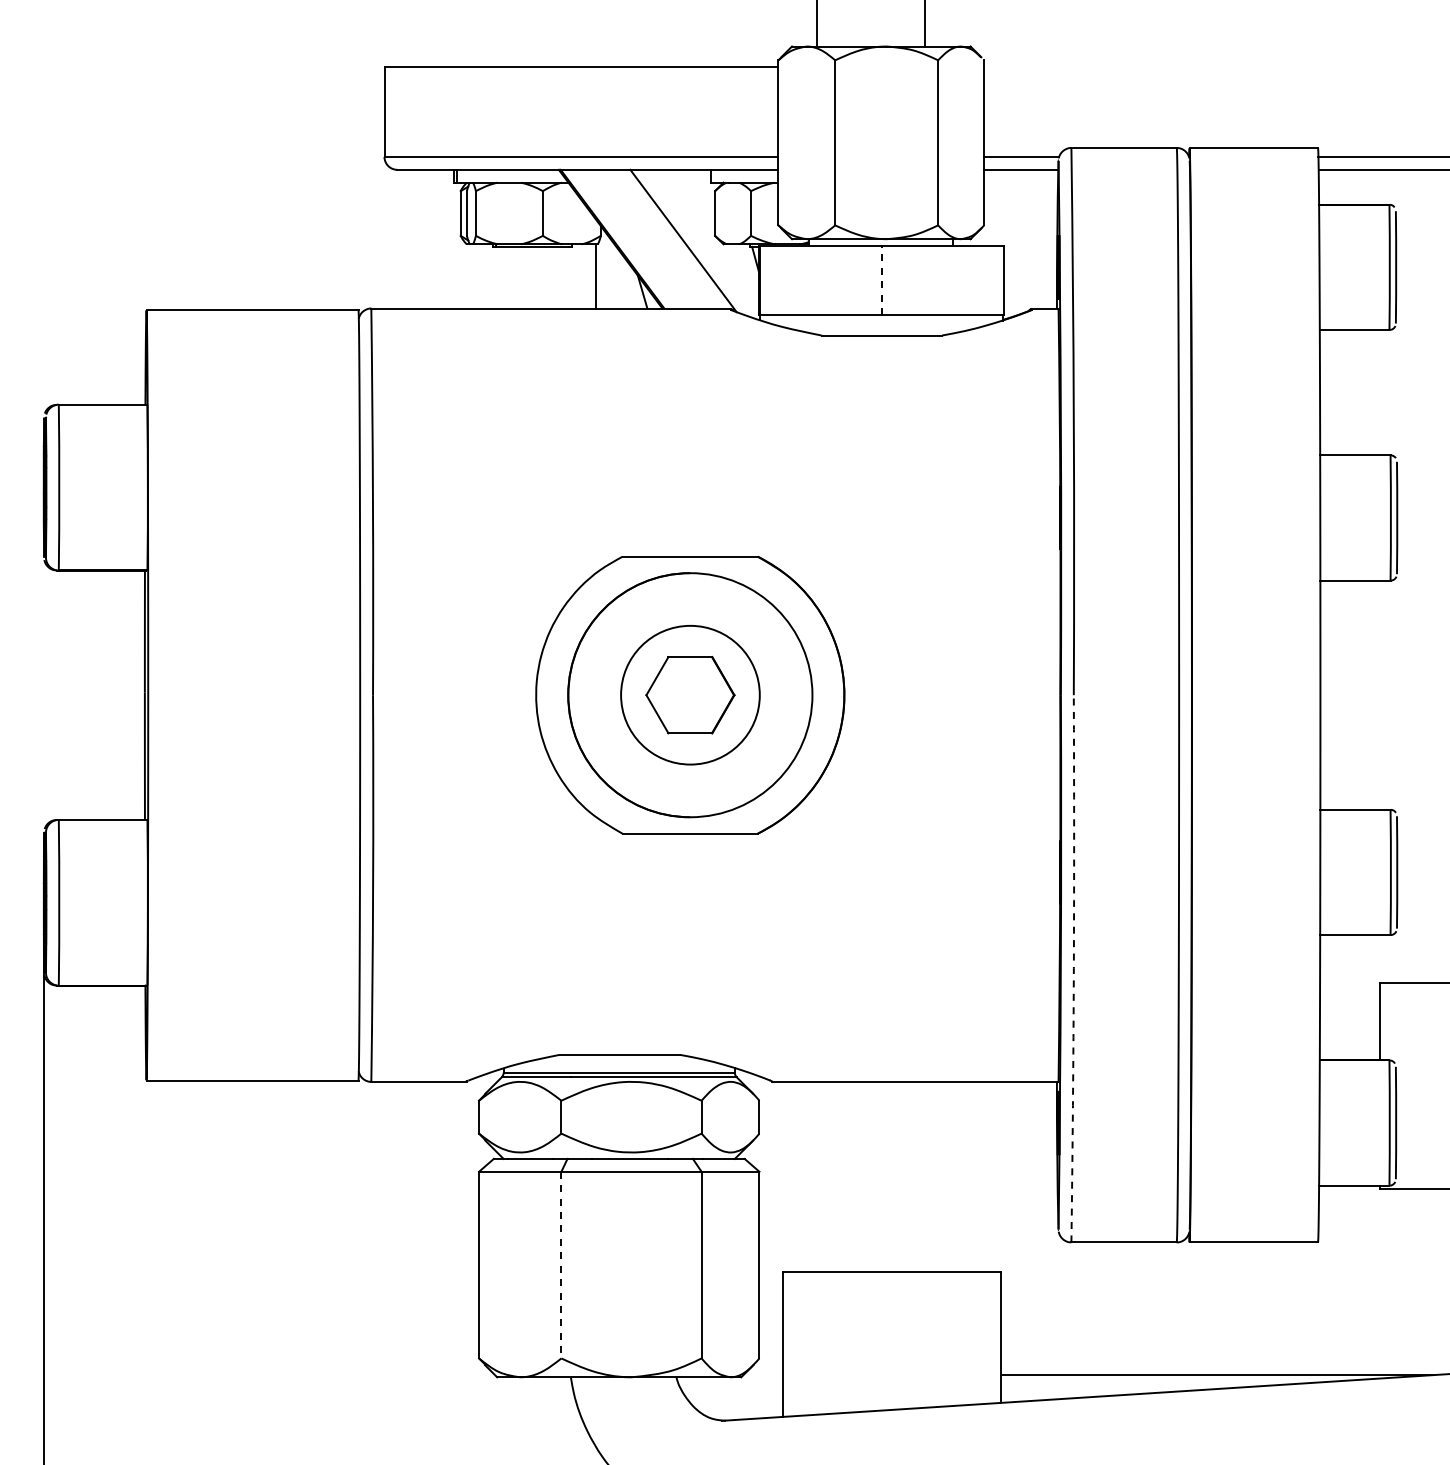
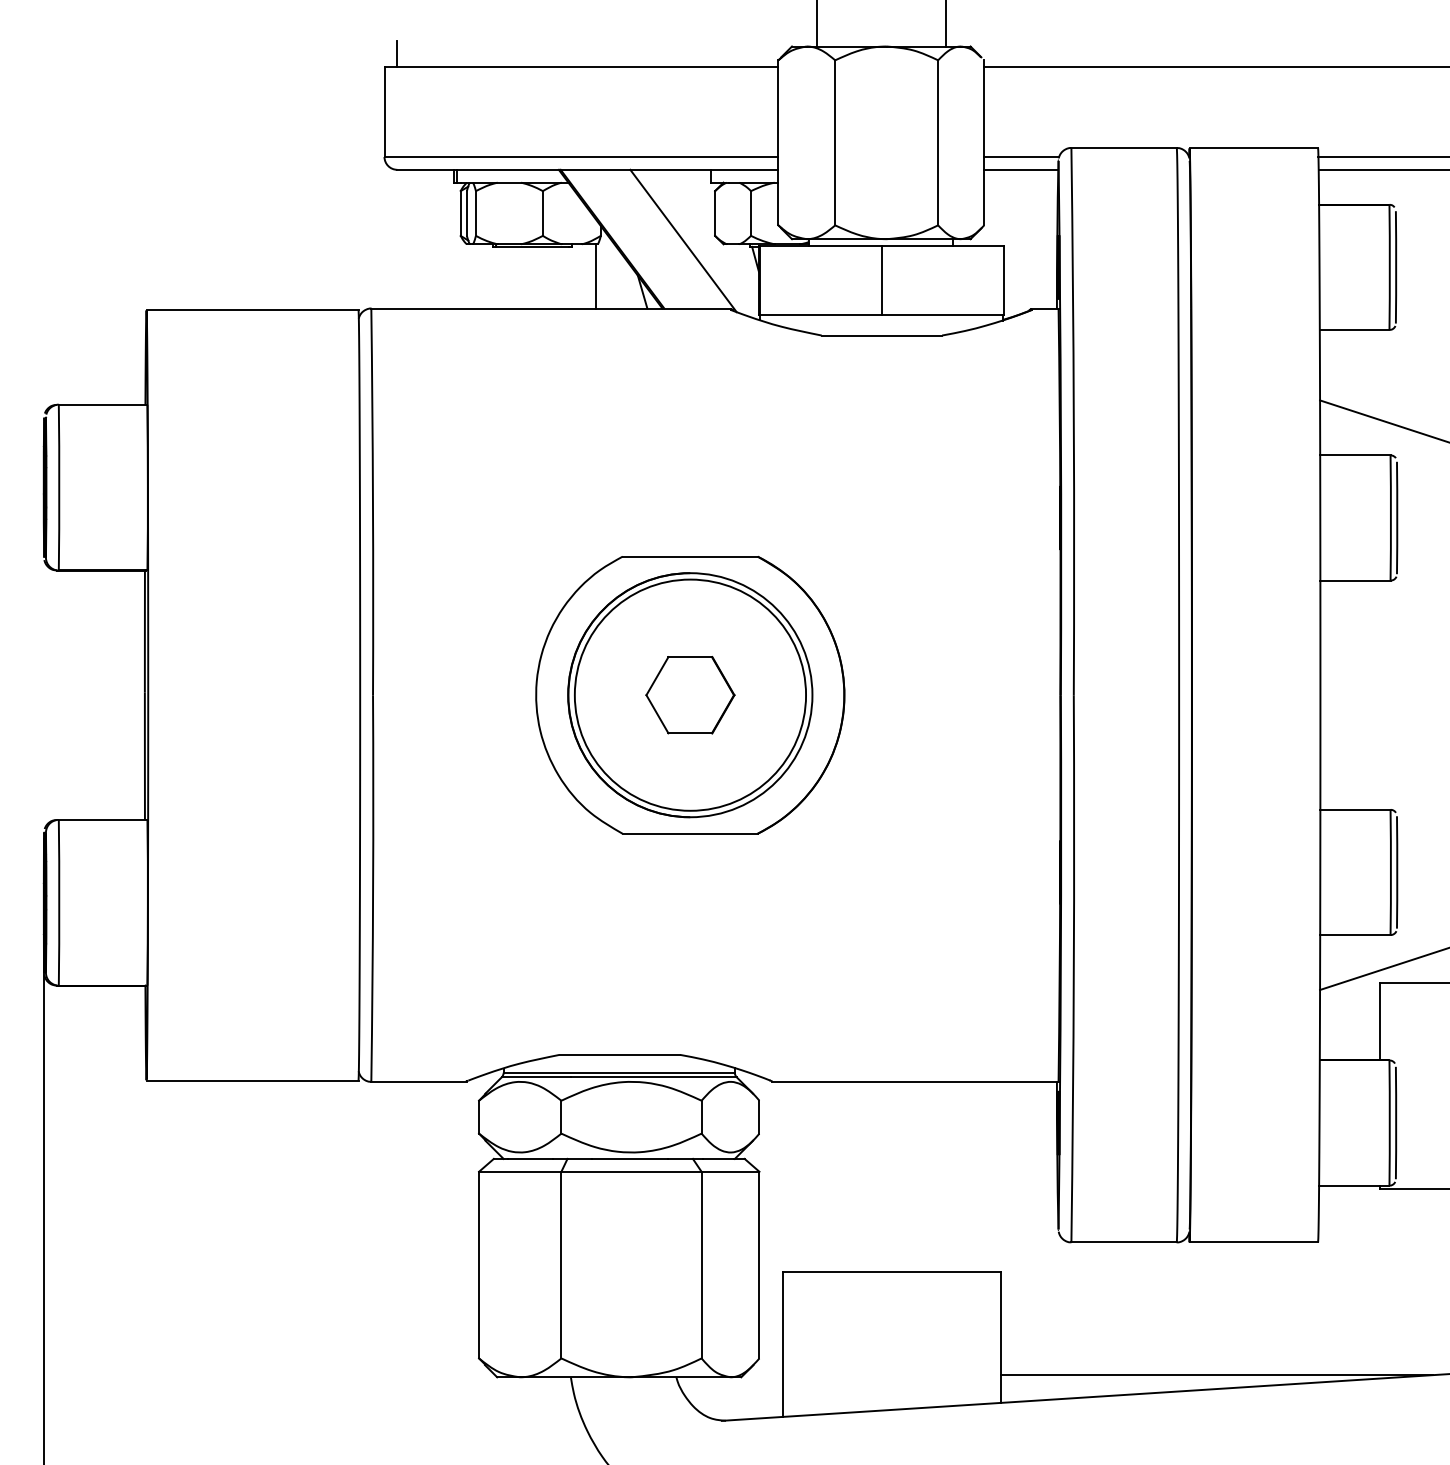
line at (924, 24) position: (924, 24) -> (945, 24)
line at (397, 54): none -> present
line at (1215, 67): none -> present
line at (881, 280): dashed -> solid
line at (1383, 420): none -> present
circle at (690, 694) diameter: 139 px -> 231 px
arc at (1073, 968): dashed -> solid
line at (1383, 969): none -> present
line at (561, 1265): dashed -> solid
